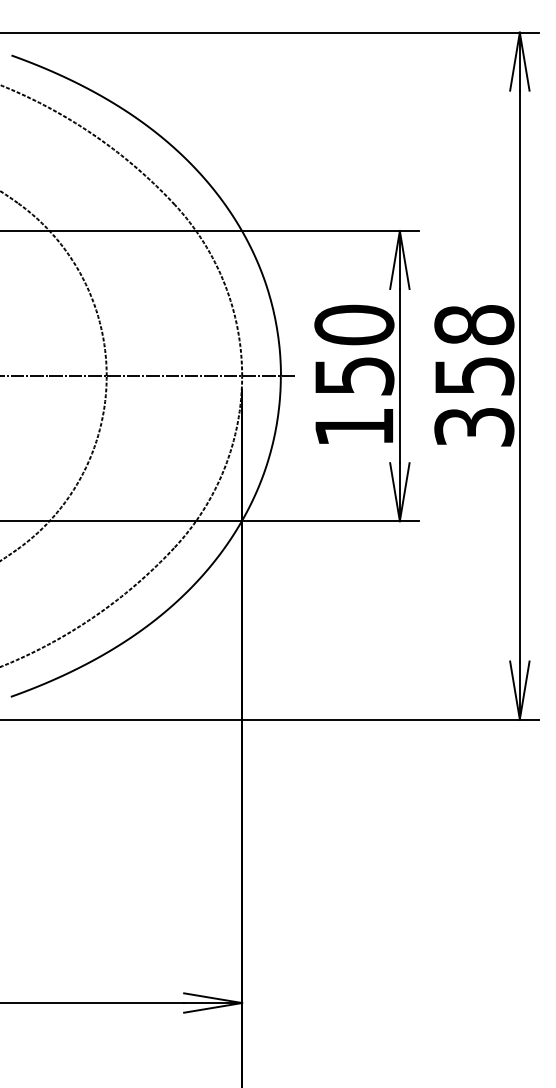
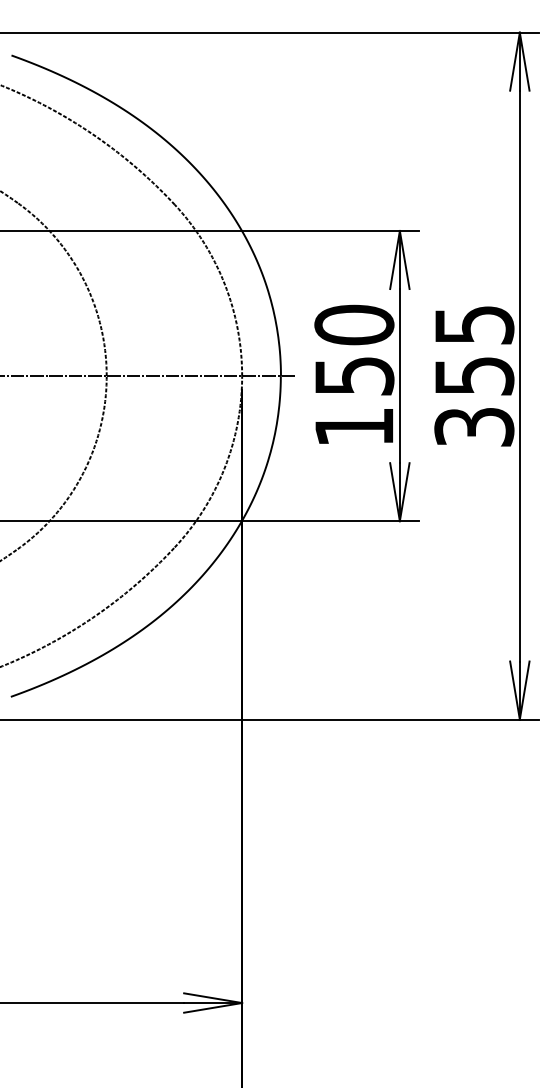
text at (474, 325): 358 -> 355
